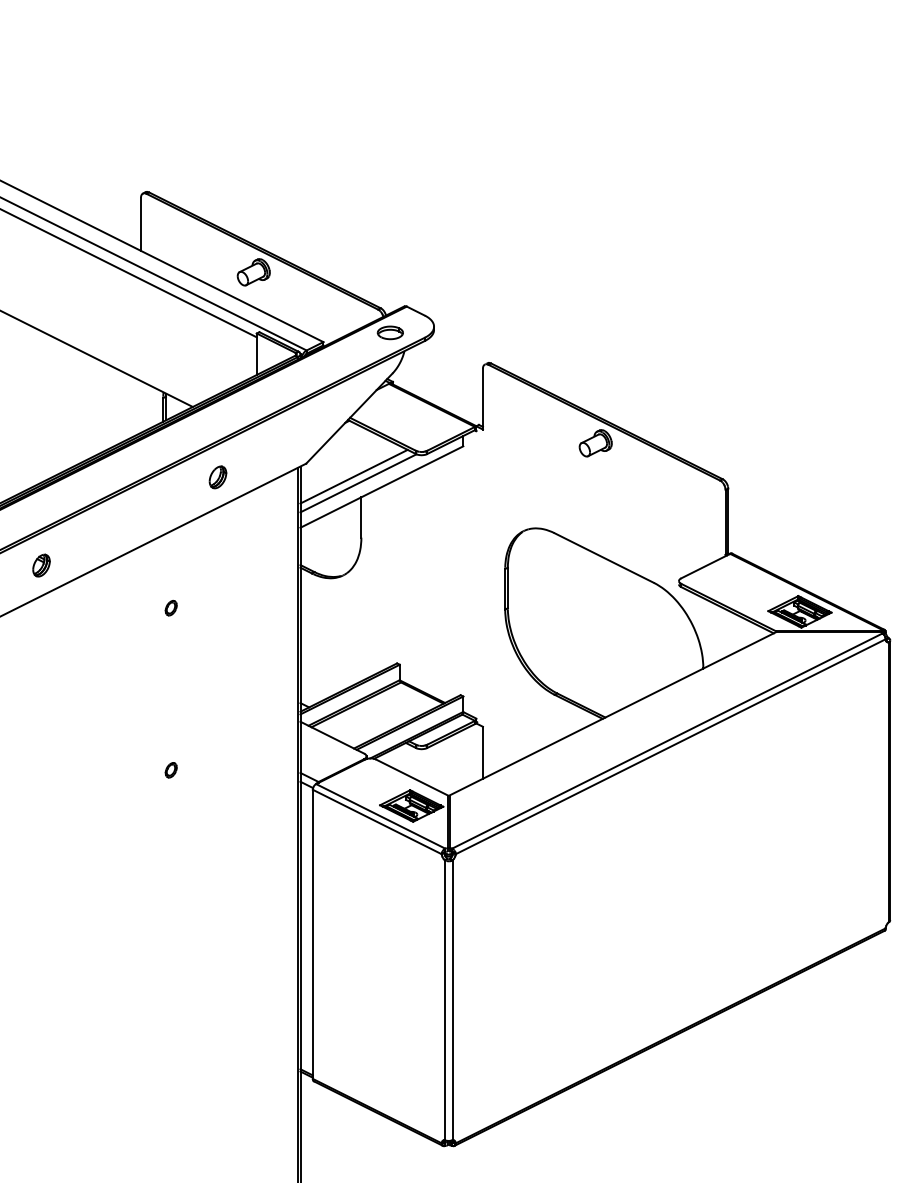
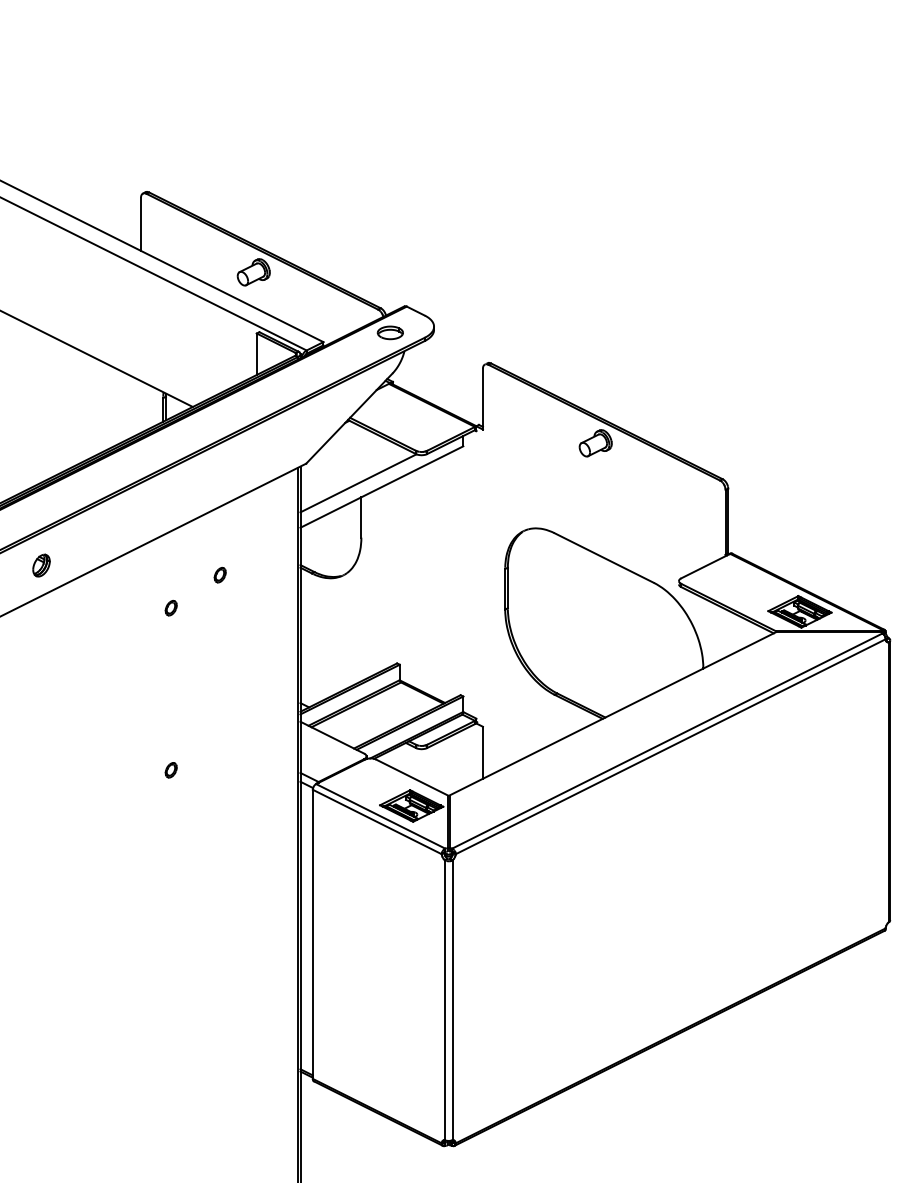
line at (129, 273): present -> none
line at (353, 476): present -> none
part at (217, 477): present -> none
part at (219, 574): none -> present
